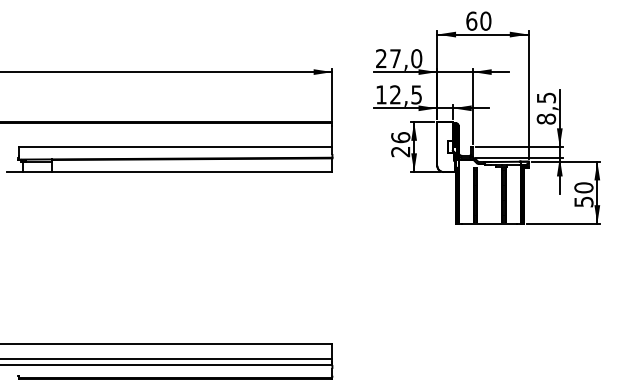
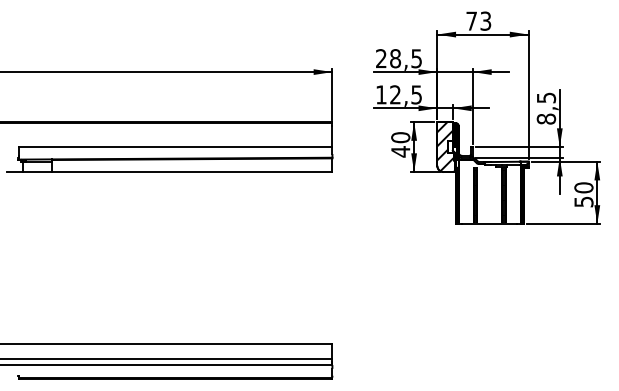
text at (478, 20): 60 -> 73
text at (406, 58): 27,0 -> 28,5
text at (400, 144): 26 -> 40
hatch at (445, 147): none -> present
